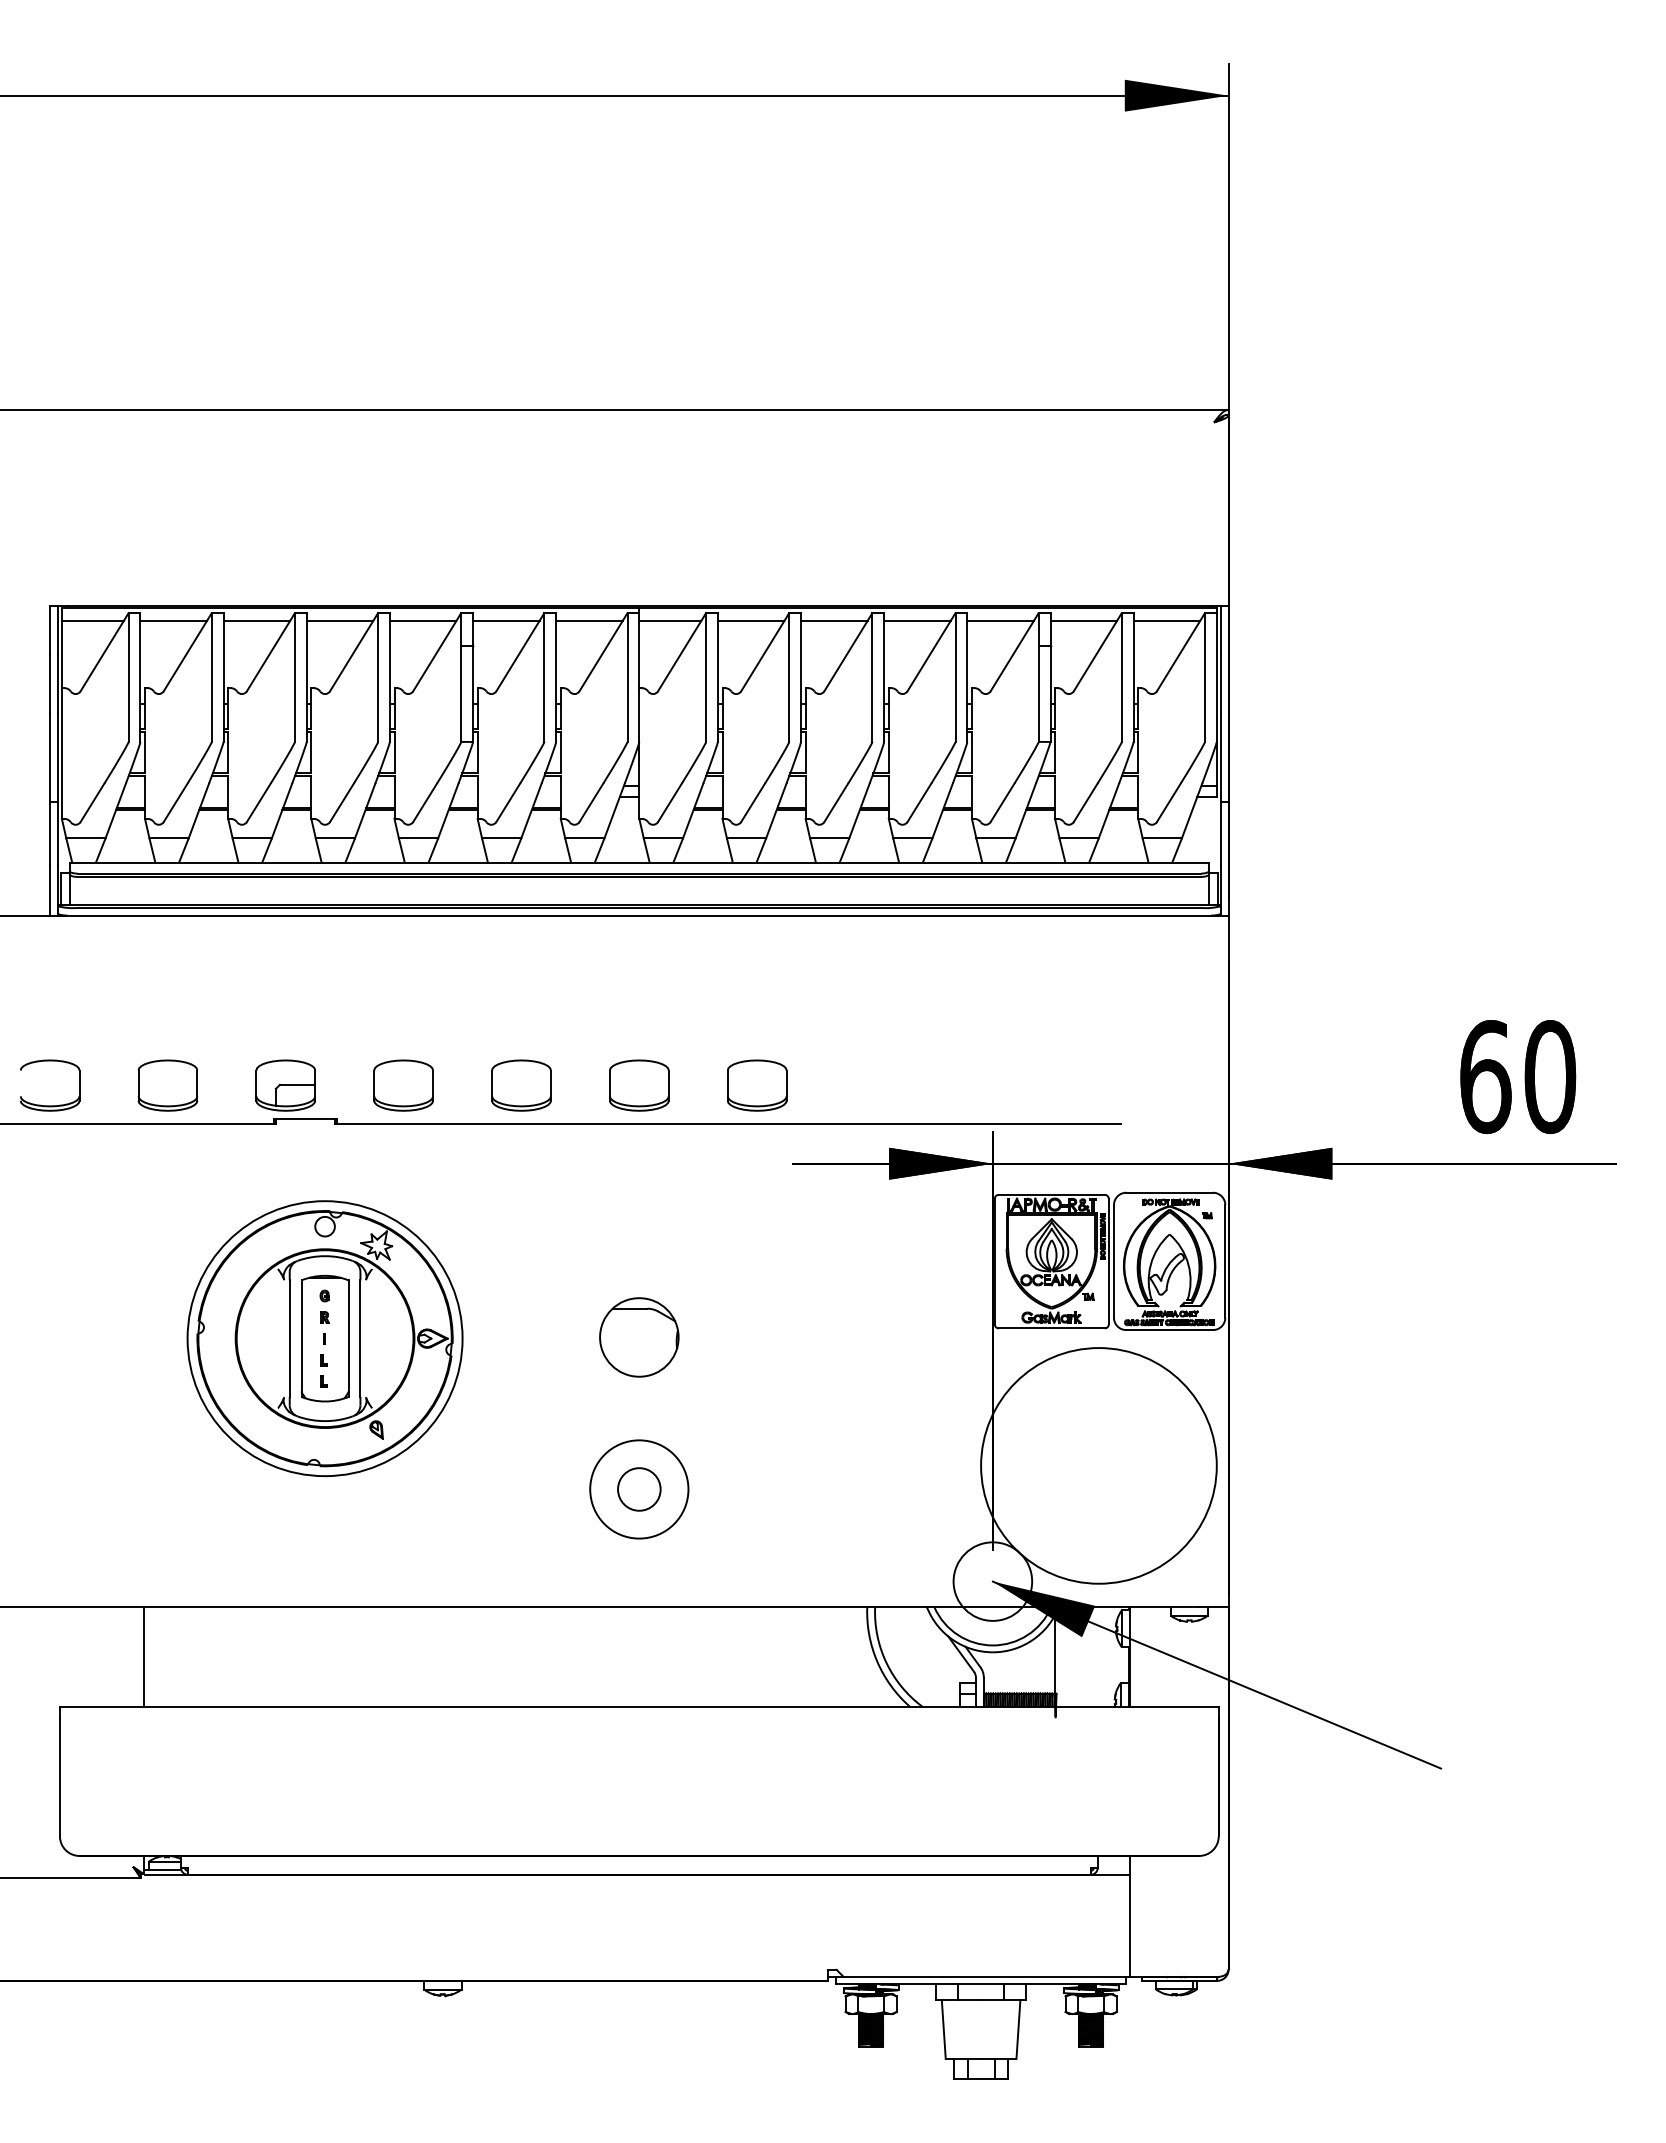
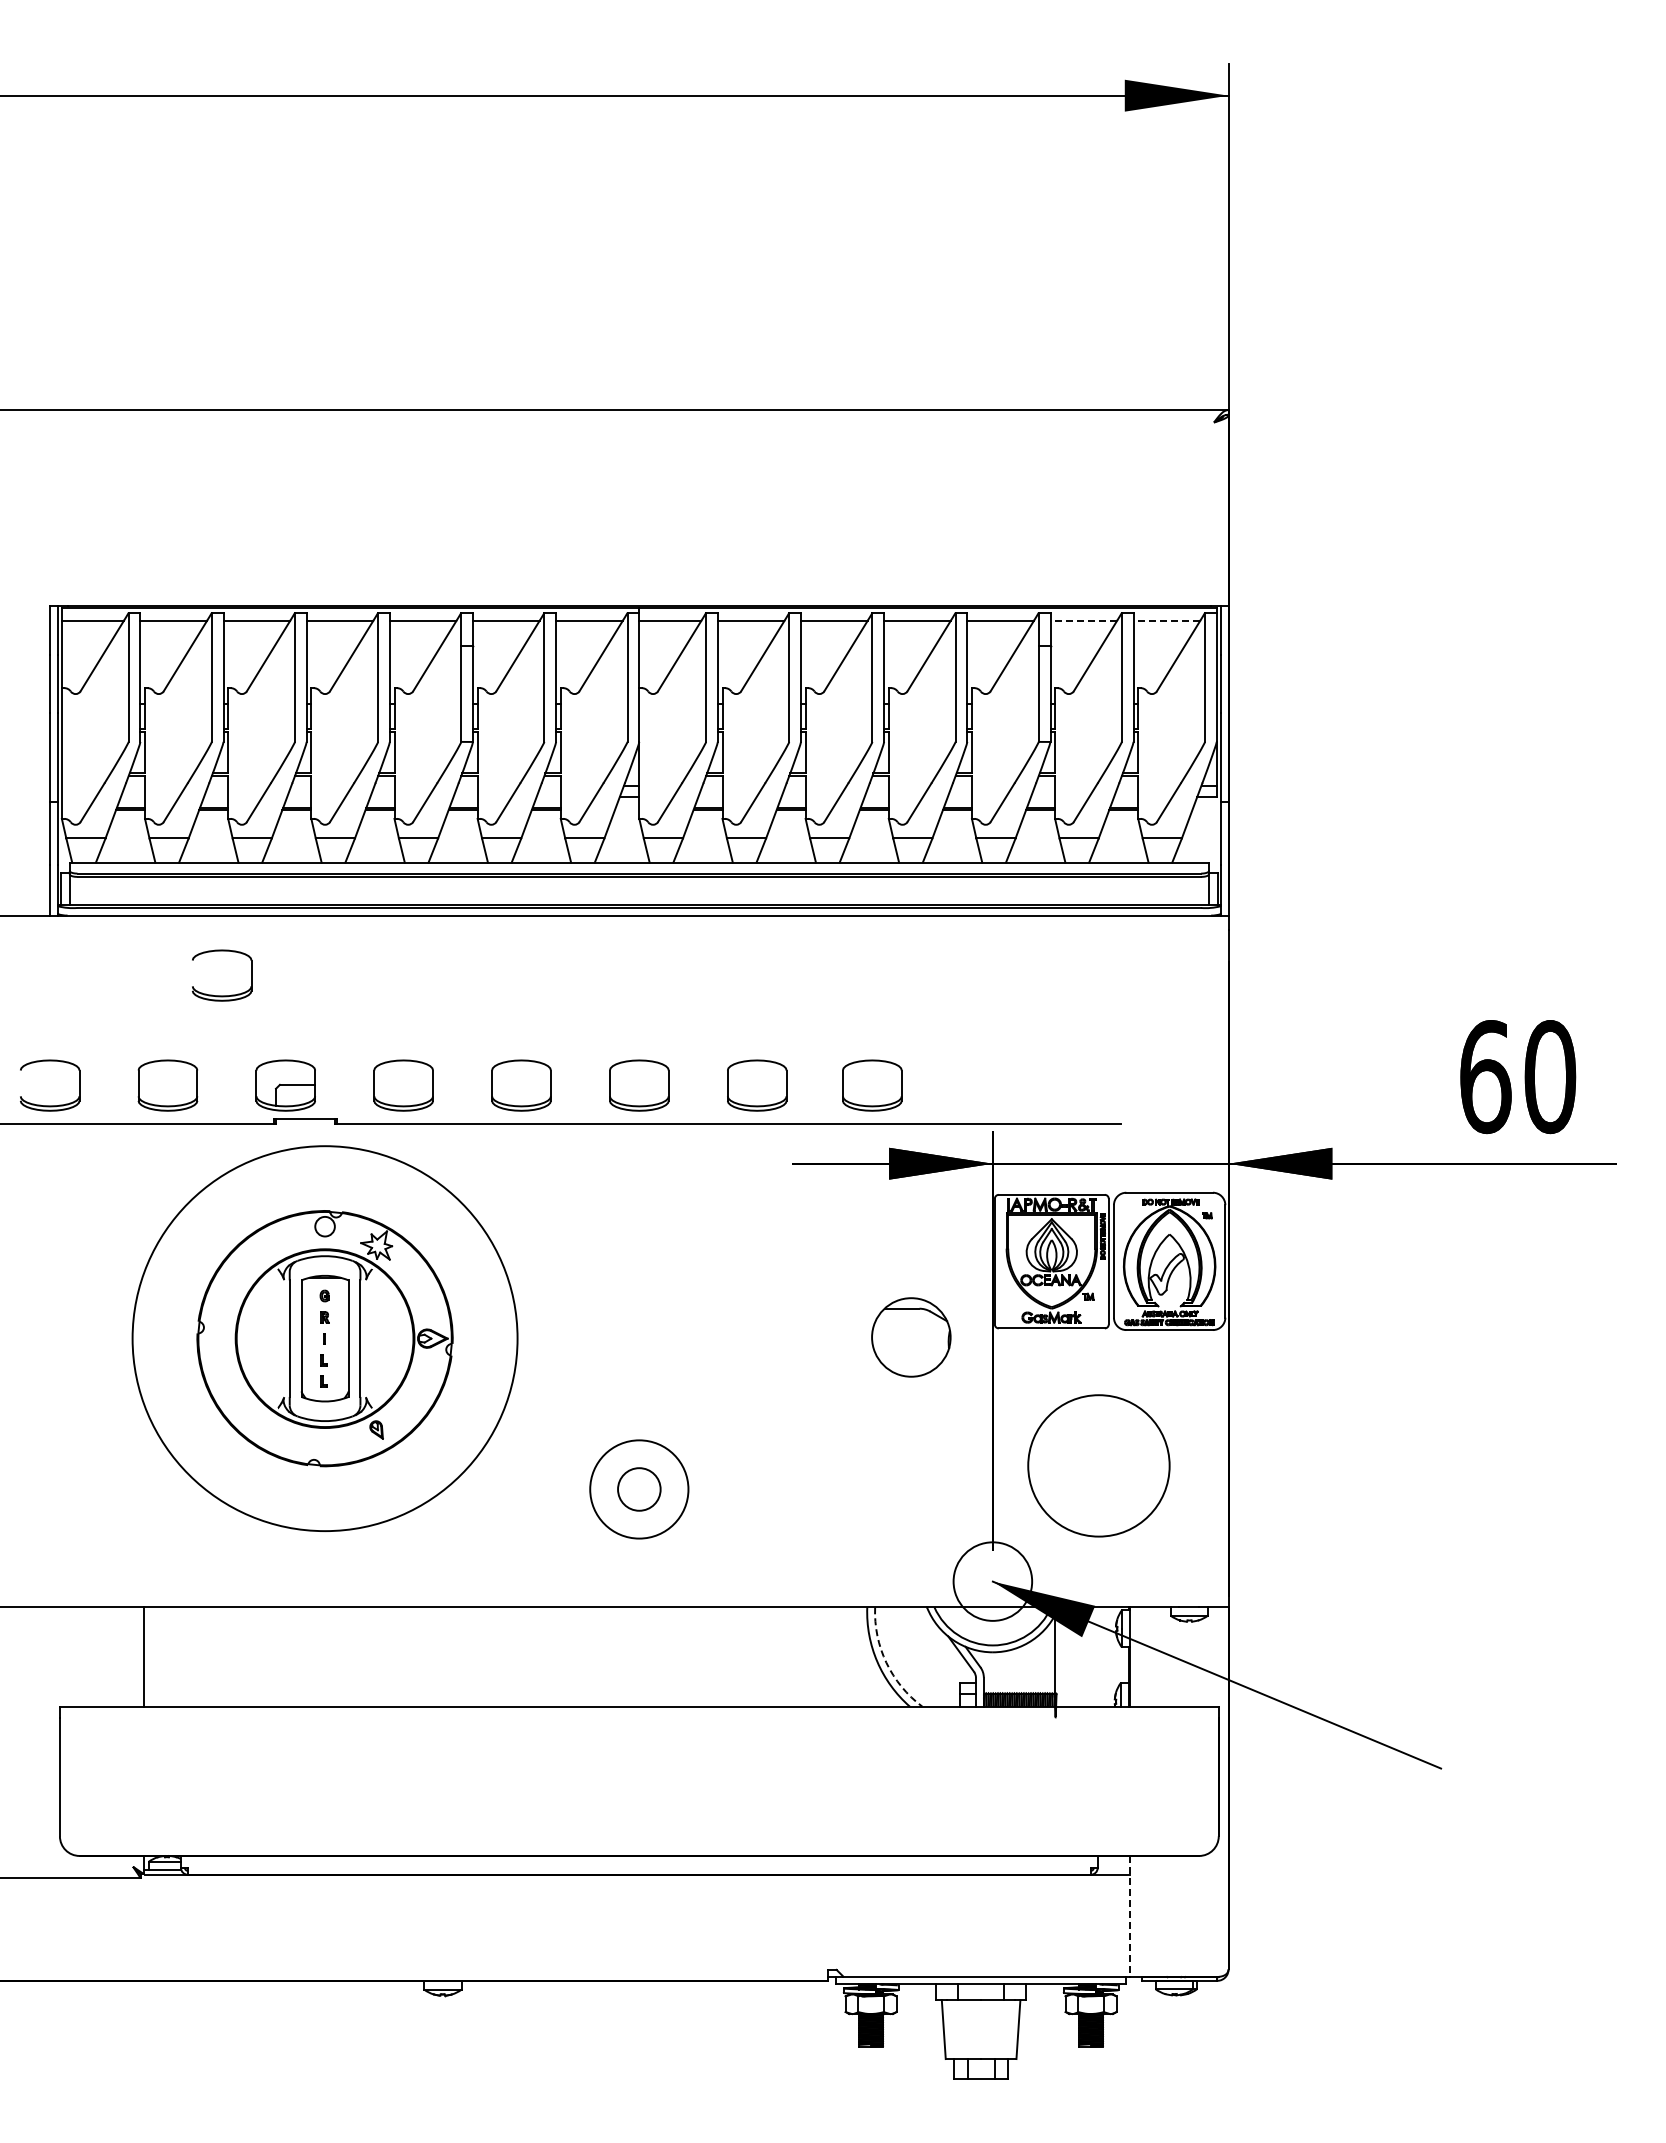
line at (1083, 620): solid -> dashed
line at (1166, 620): solid -> dashed
part at (222, 995): none -> present
part at (872, 1085): none -> present
part at (639, 1337) position: (639, 1337) -> (911, 1337)
circle at (324, 1338) diameter: 275 px -> 385 px
circle at (1098, 1465) diameter: 236 px -> 141 px
arc at (886, 1662): solid -> dashed
line at (1130, 1916): solid -> dashed
